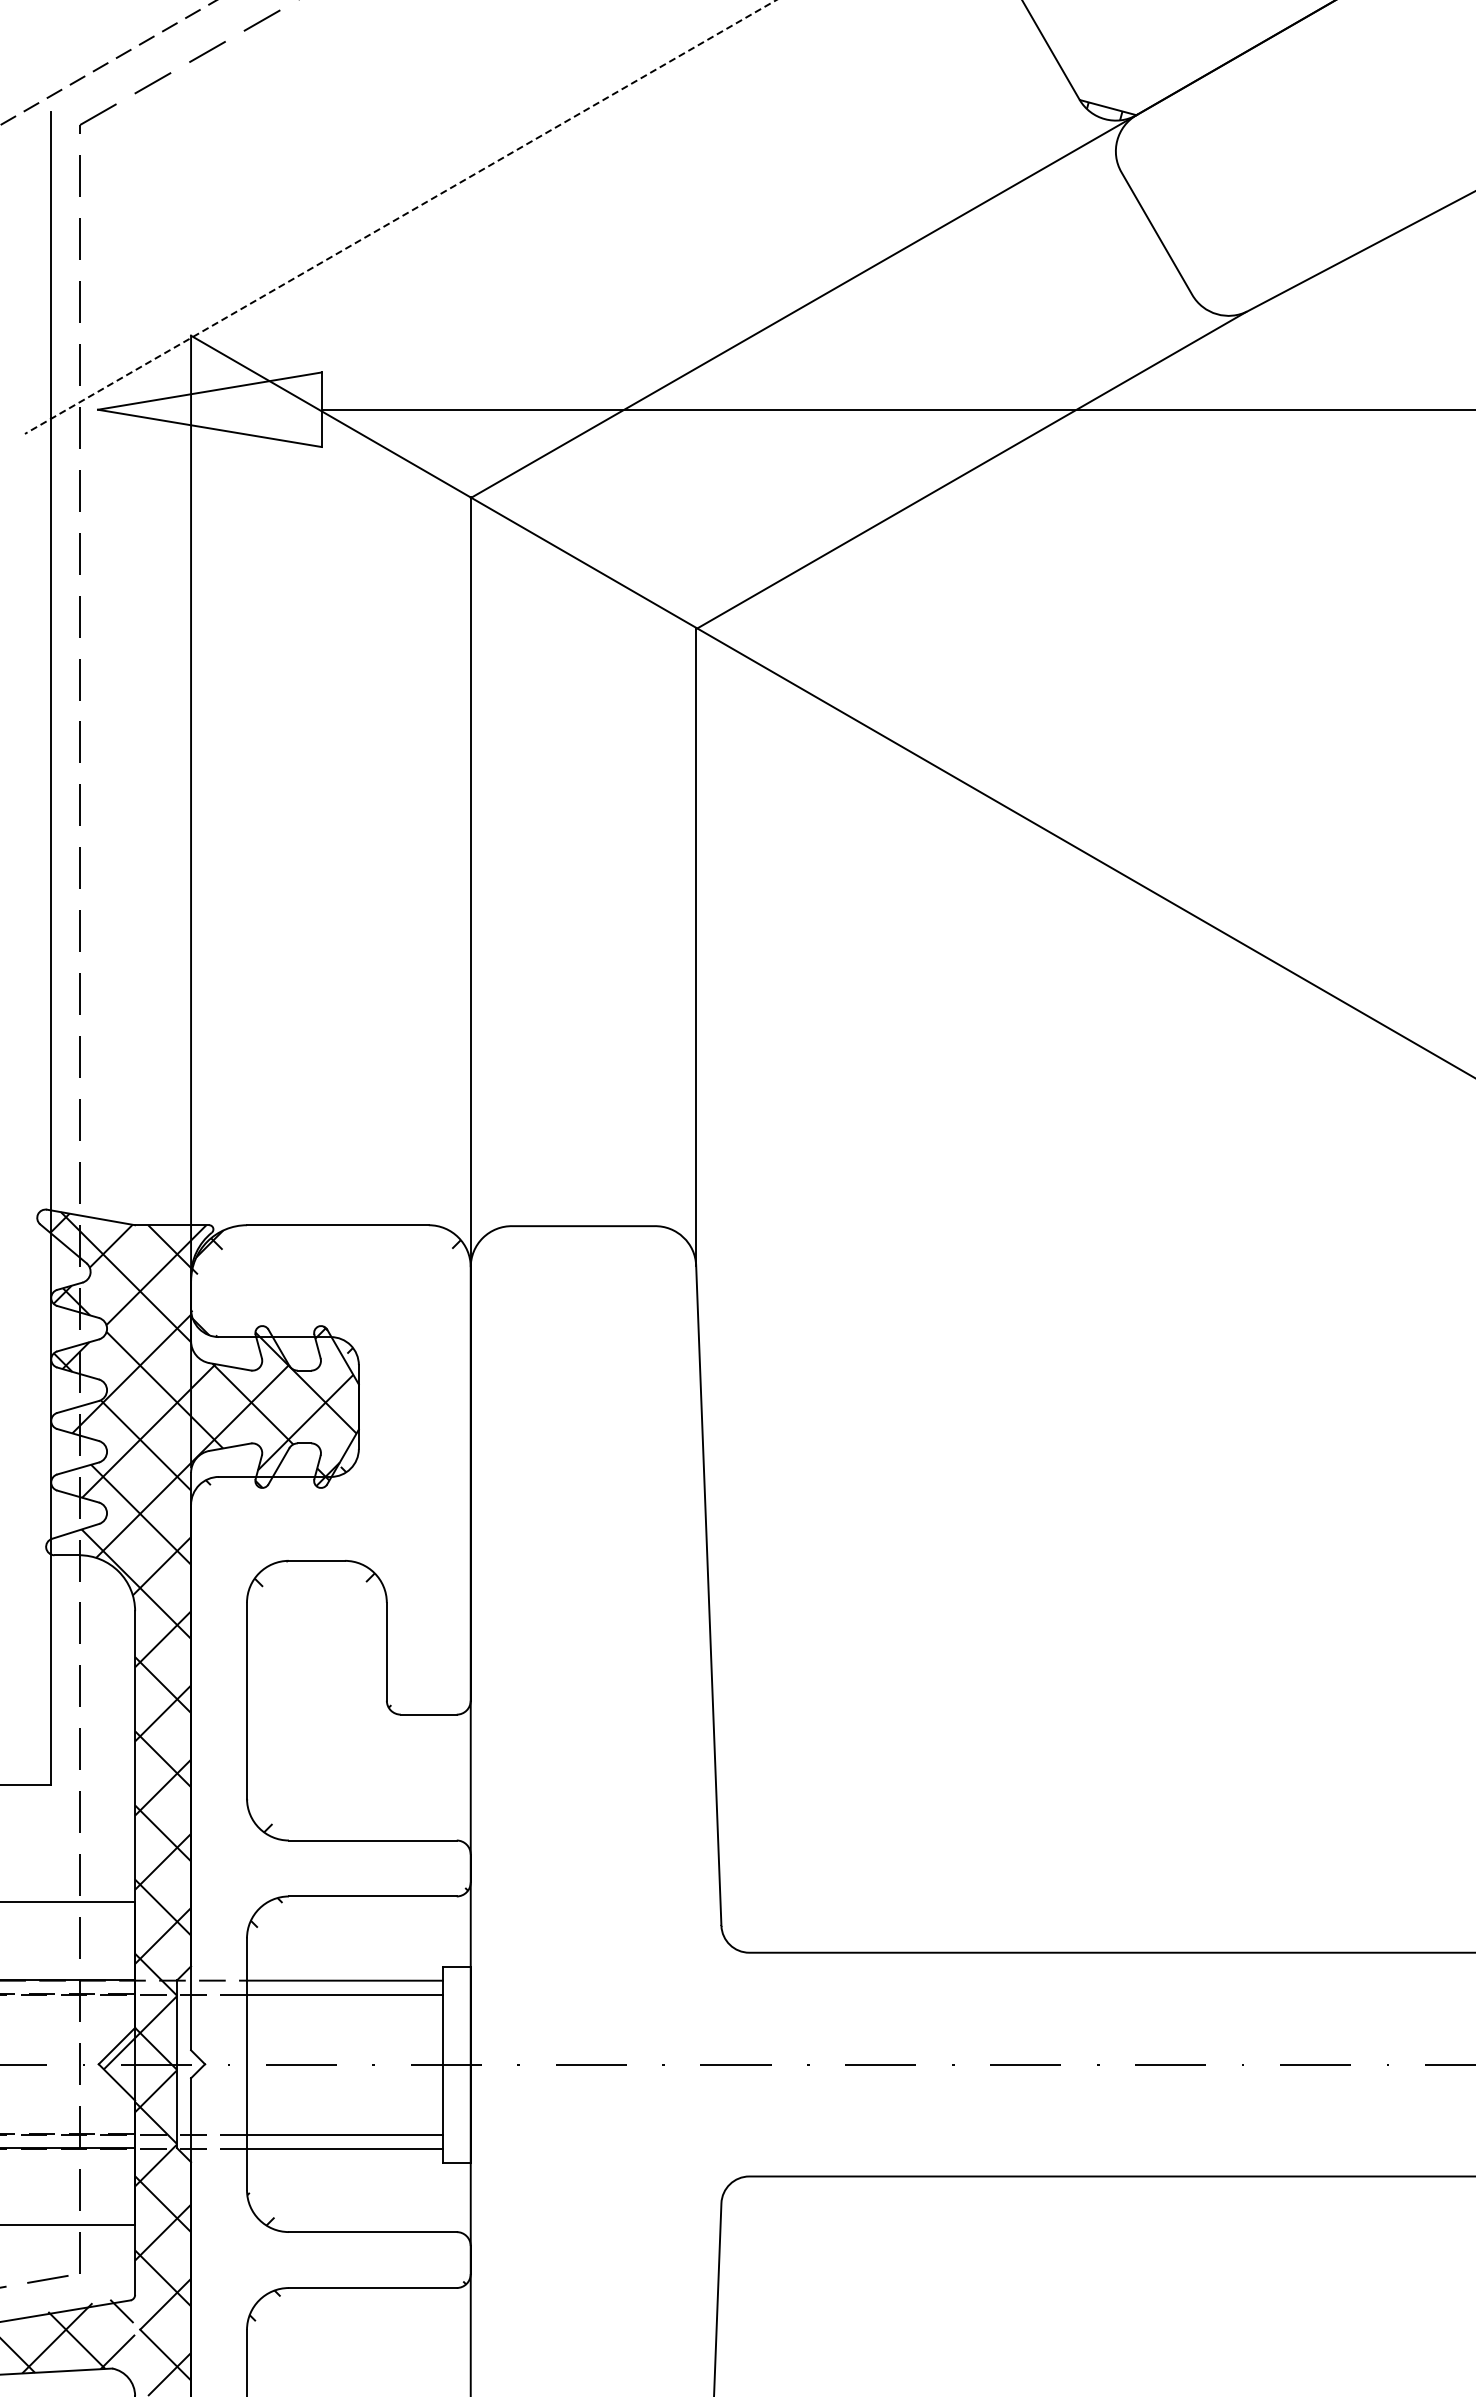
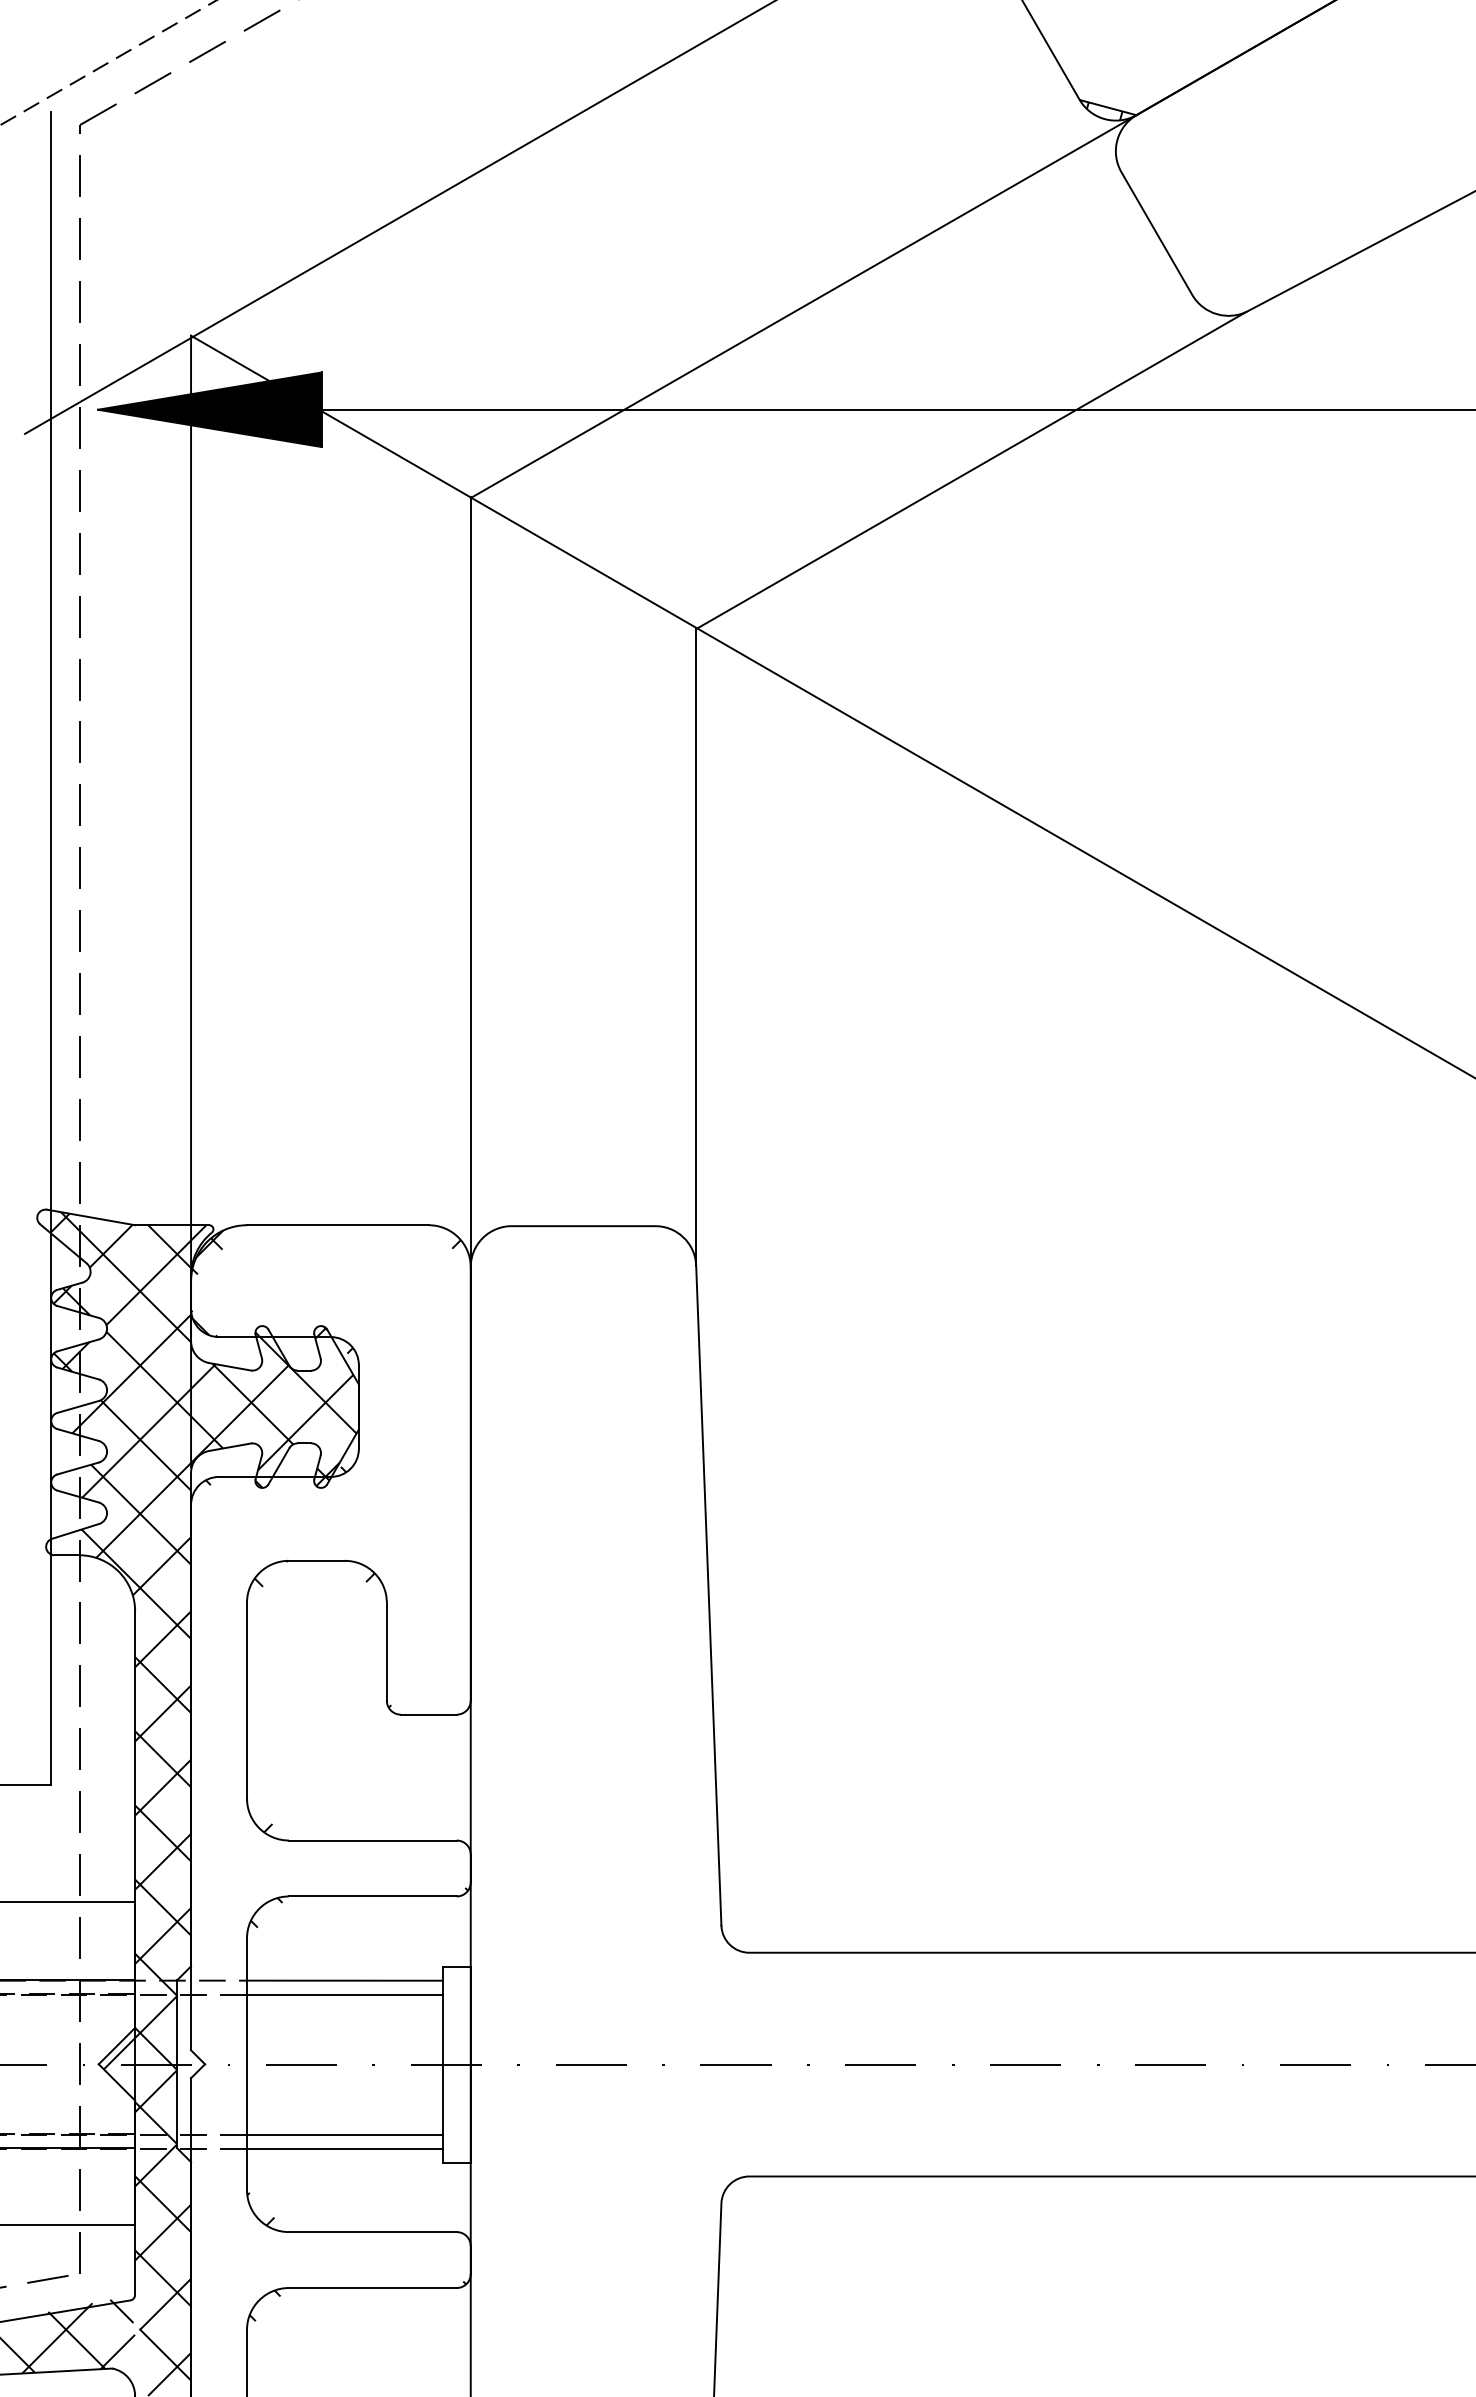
line at (399, 217): dashed -> solid
fill at (209, 409): none -> present
